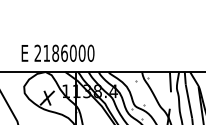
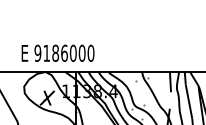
text at (37, 52): 2186000 -> 9186000
